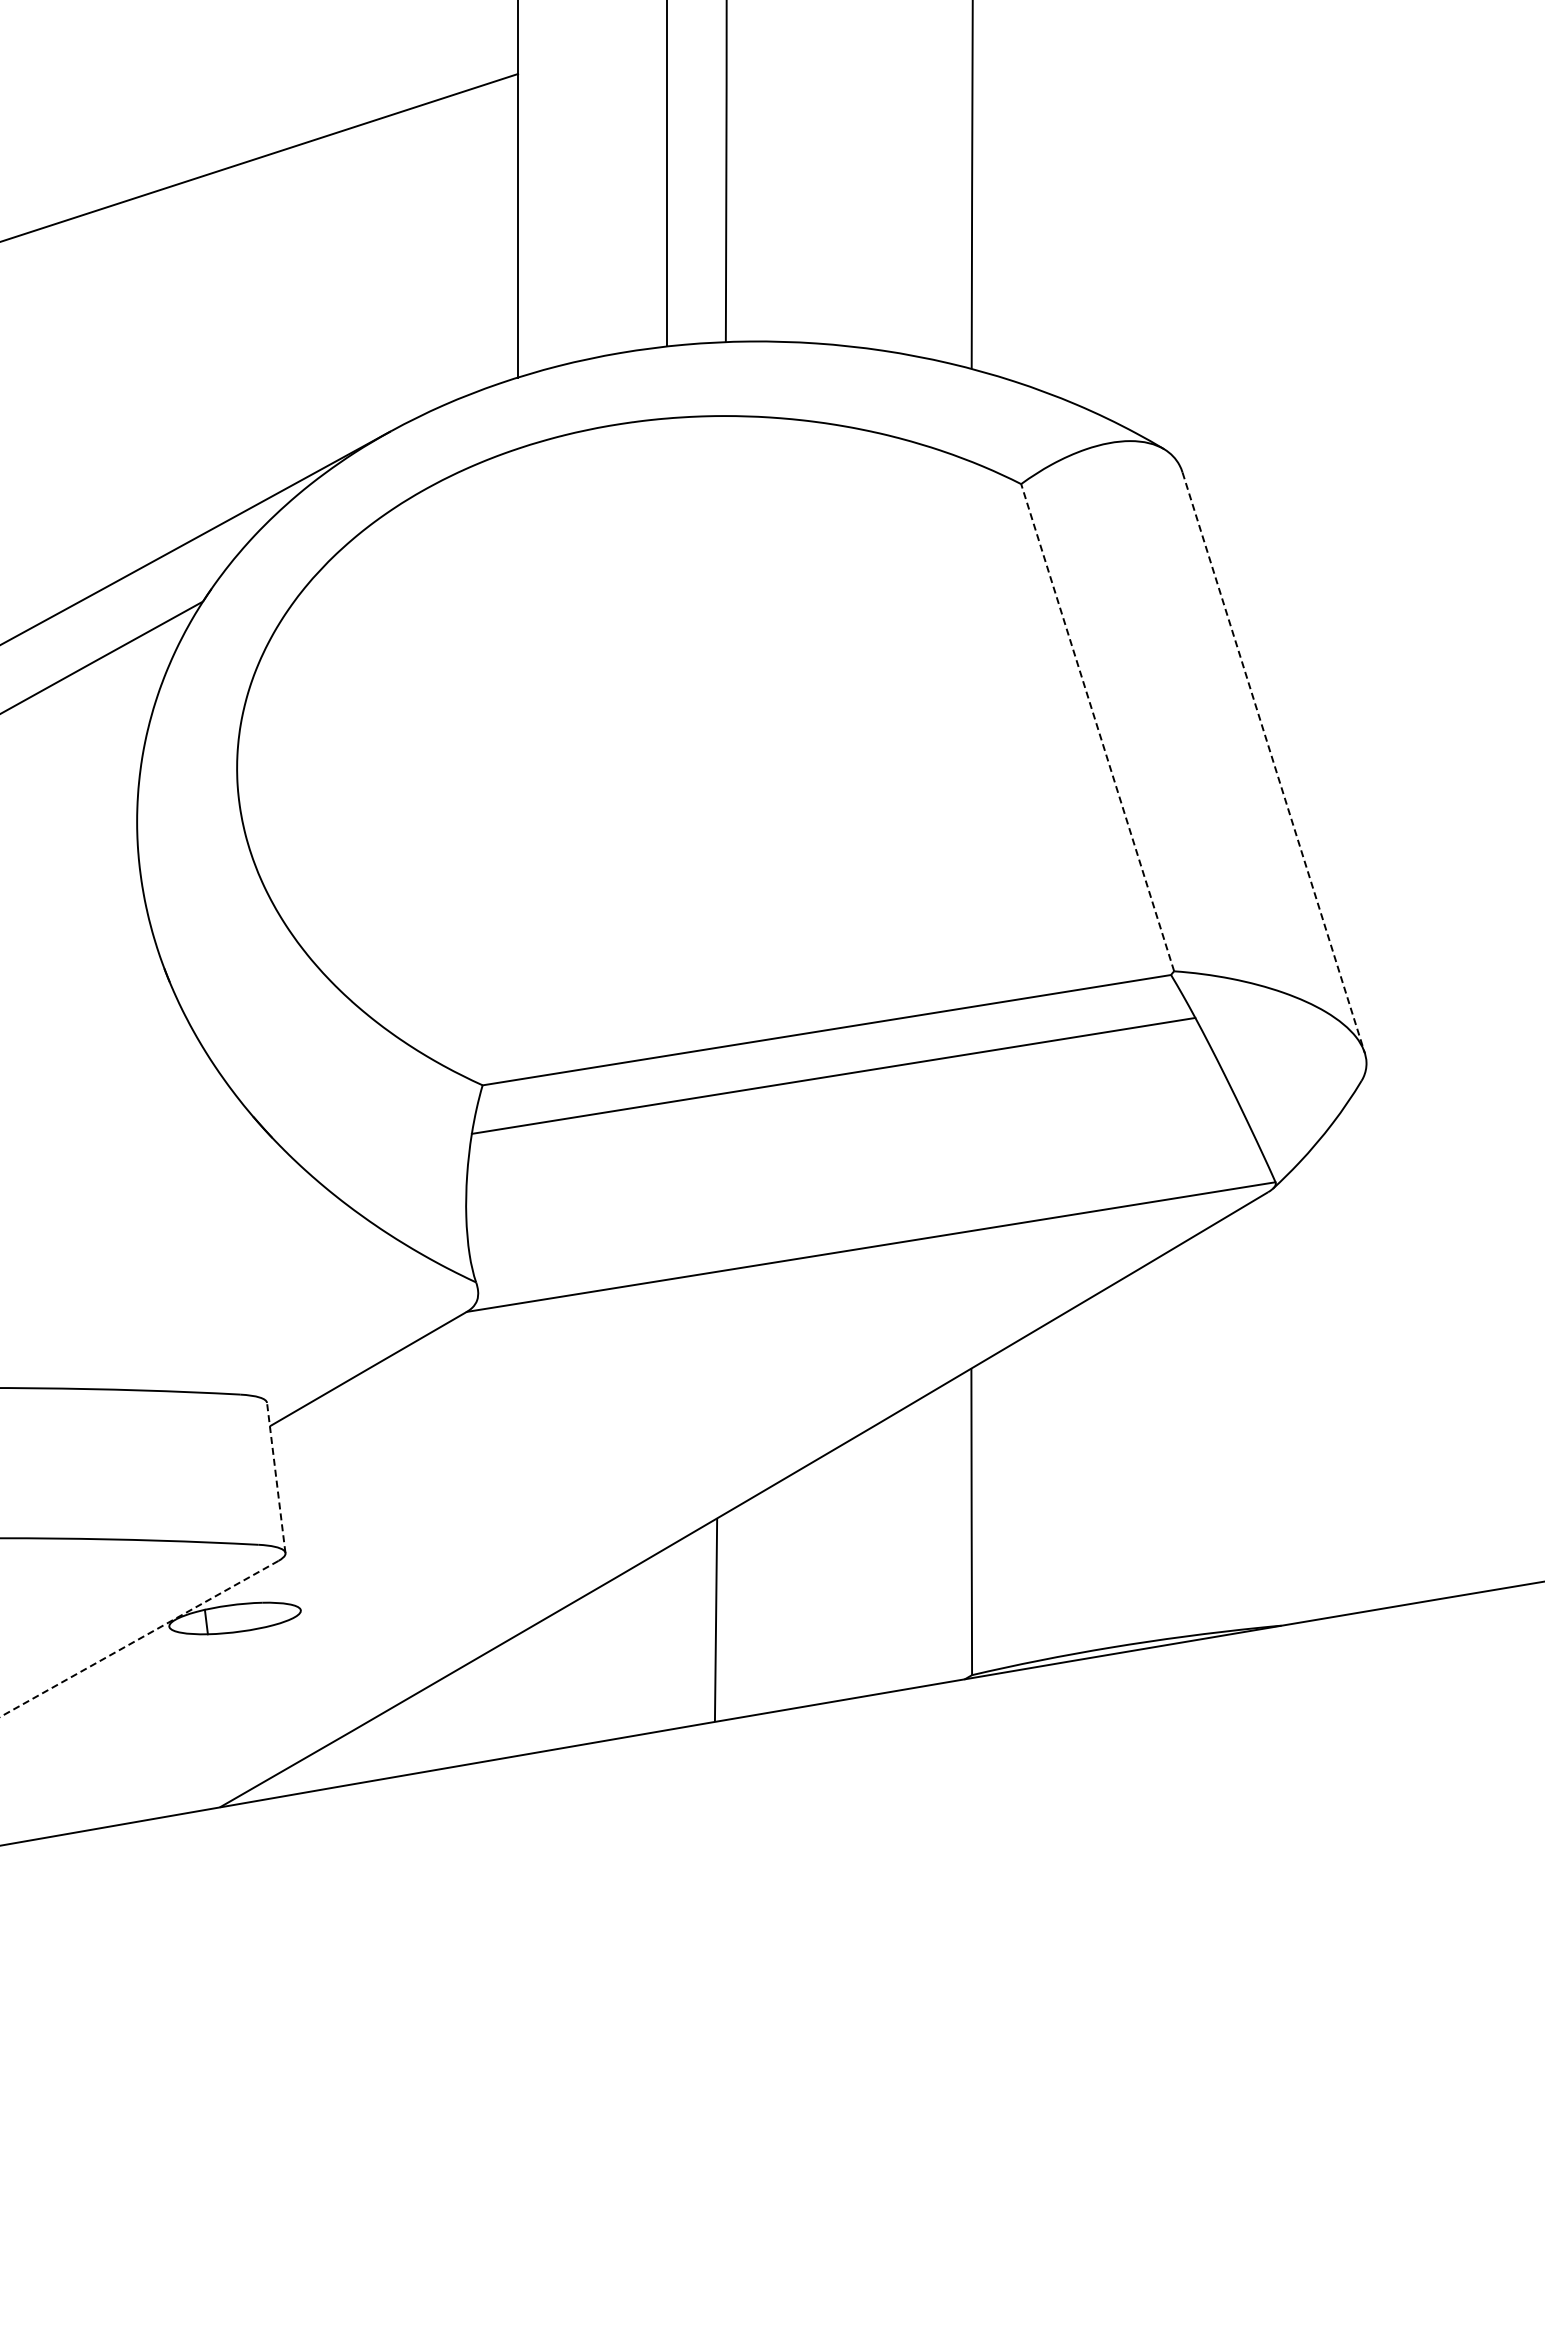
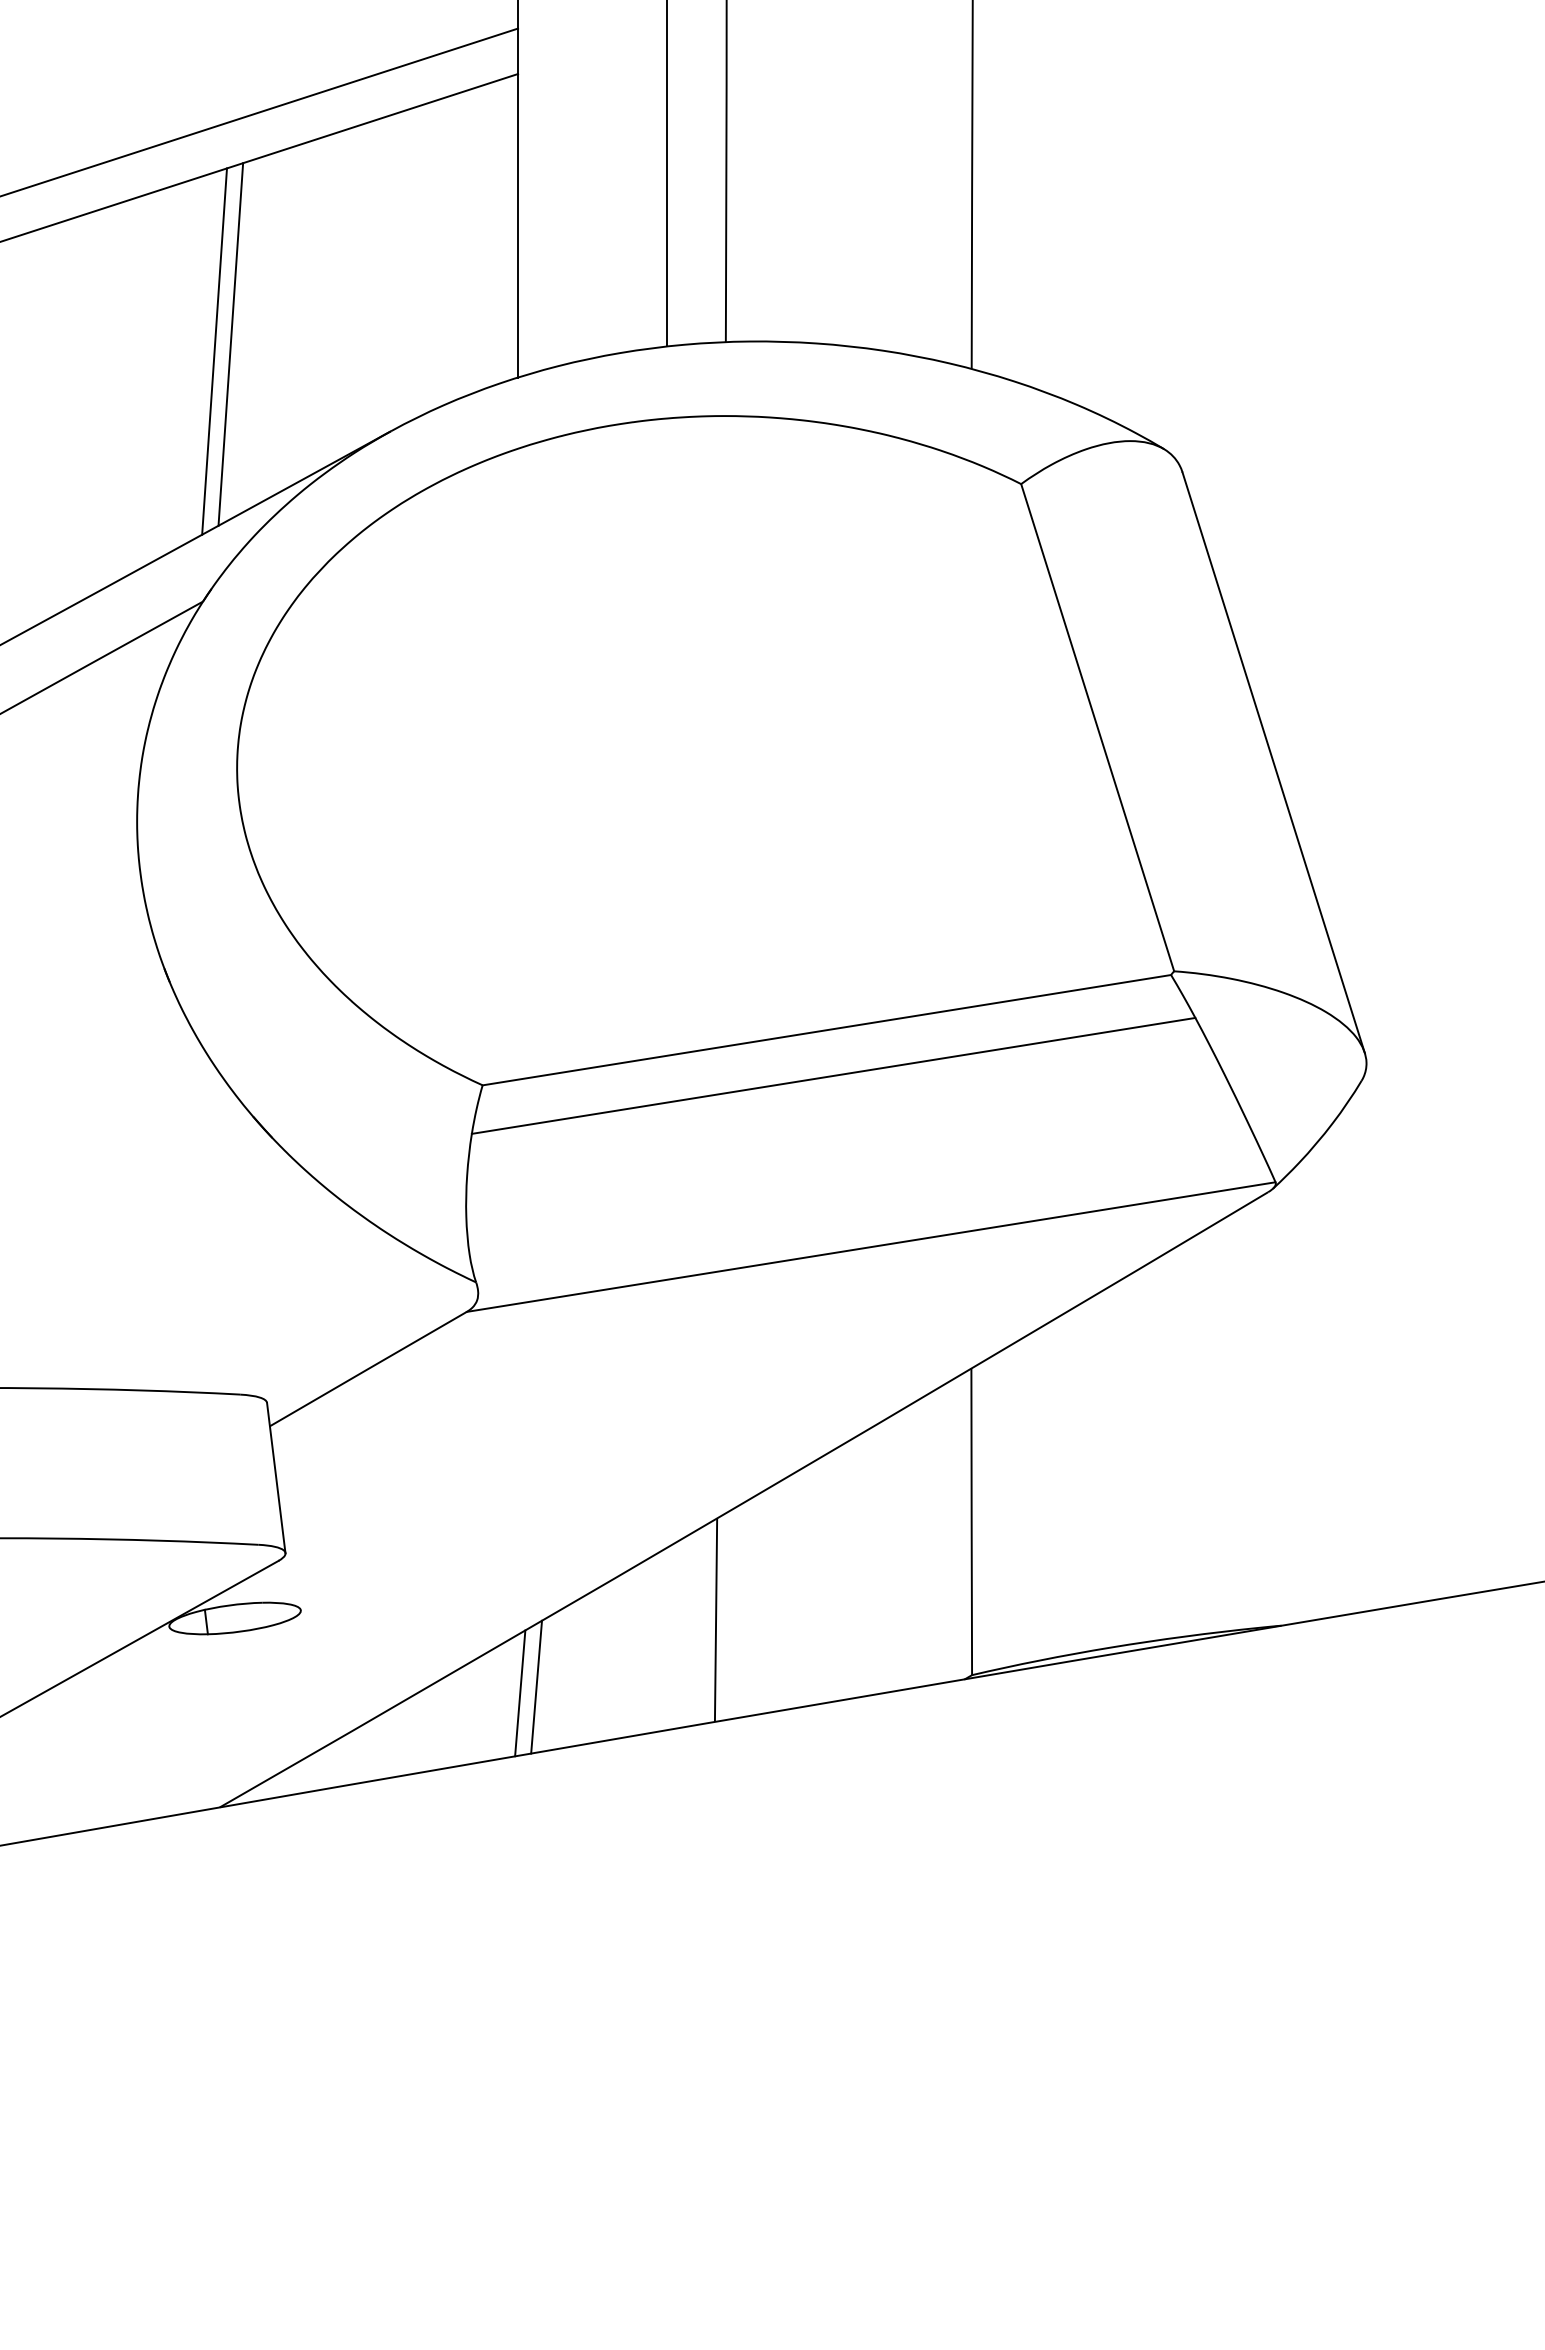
line at (260, 111): none -> present
line at (230, 344): none -> present
line at (214, 351): none -> present
line at (1097, 727): dashed -> solid
line at (1273, 763): dashed -> solid
line at (276, 1478): dashed -> solid
line at (139, 1639): dashed -> solid
line at (536, 1686): none -> present
line at (520, 1693): none -> present
